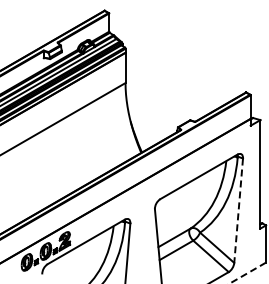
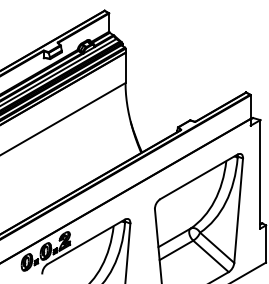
line at (238, 211): dashed -> solid
line at (247, 273): dashed -> solid
